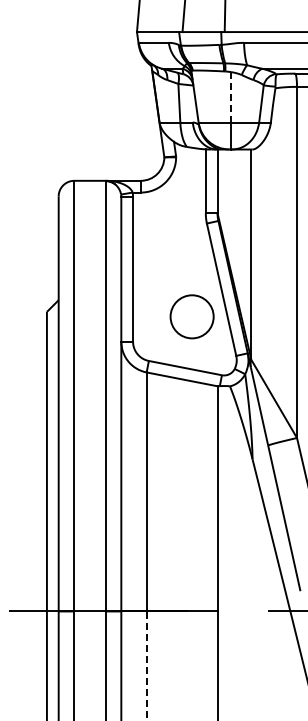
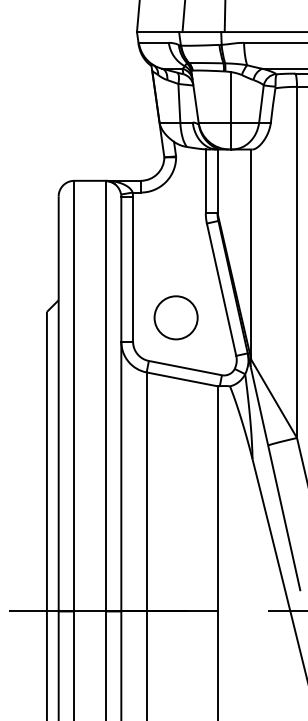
line at (230, 96): dashed -> solid
circle at (191, 316) position: (191, 316) -> (175, 317)
line at (146, 665): dashed -> solid
